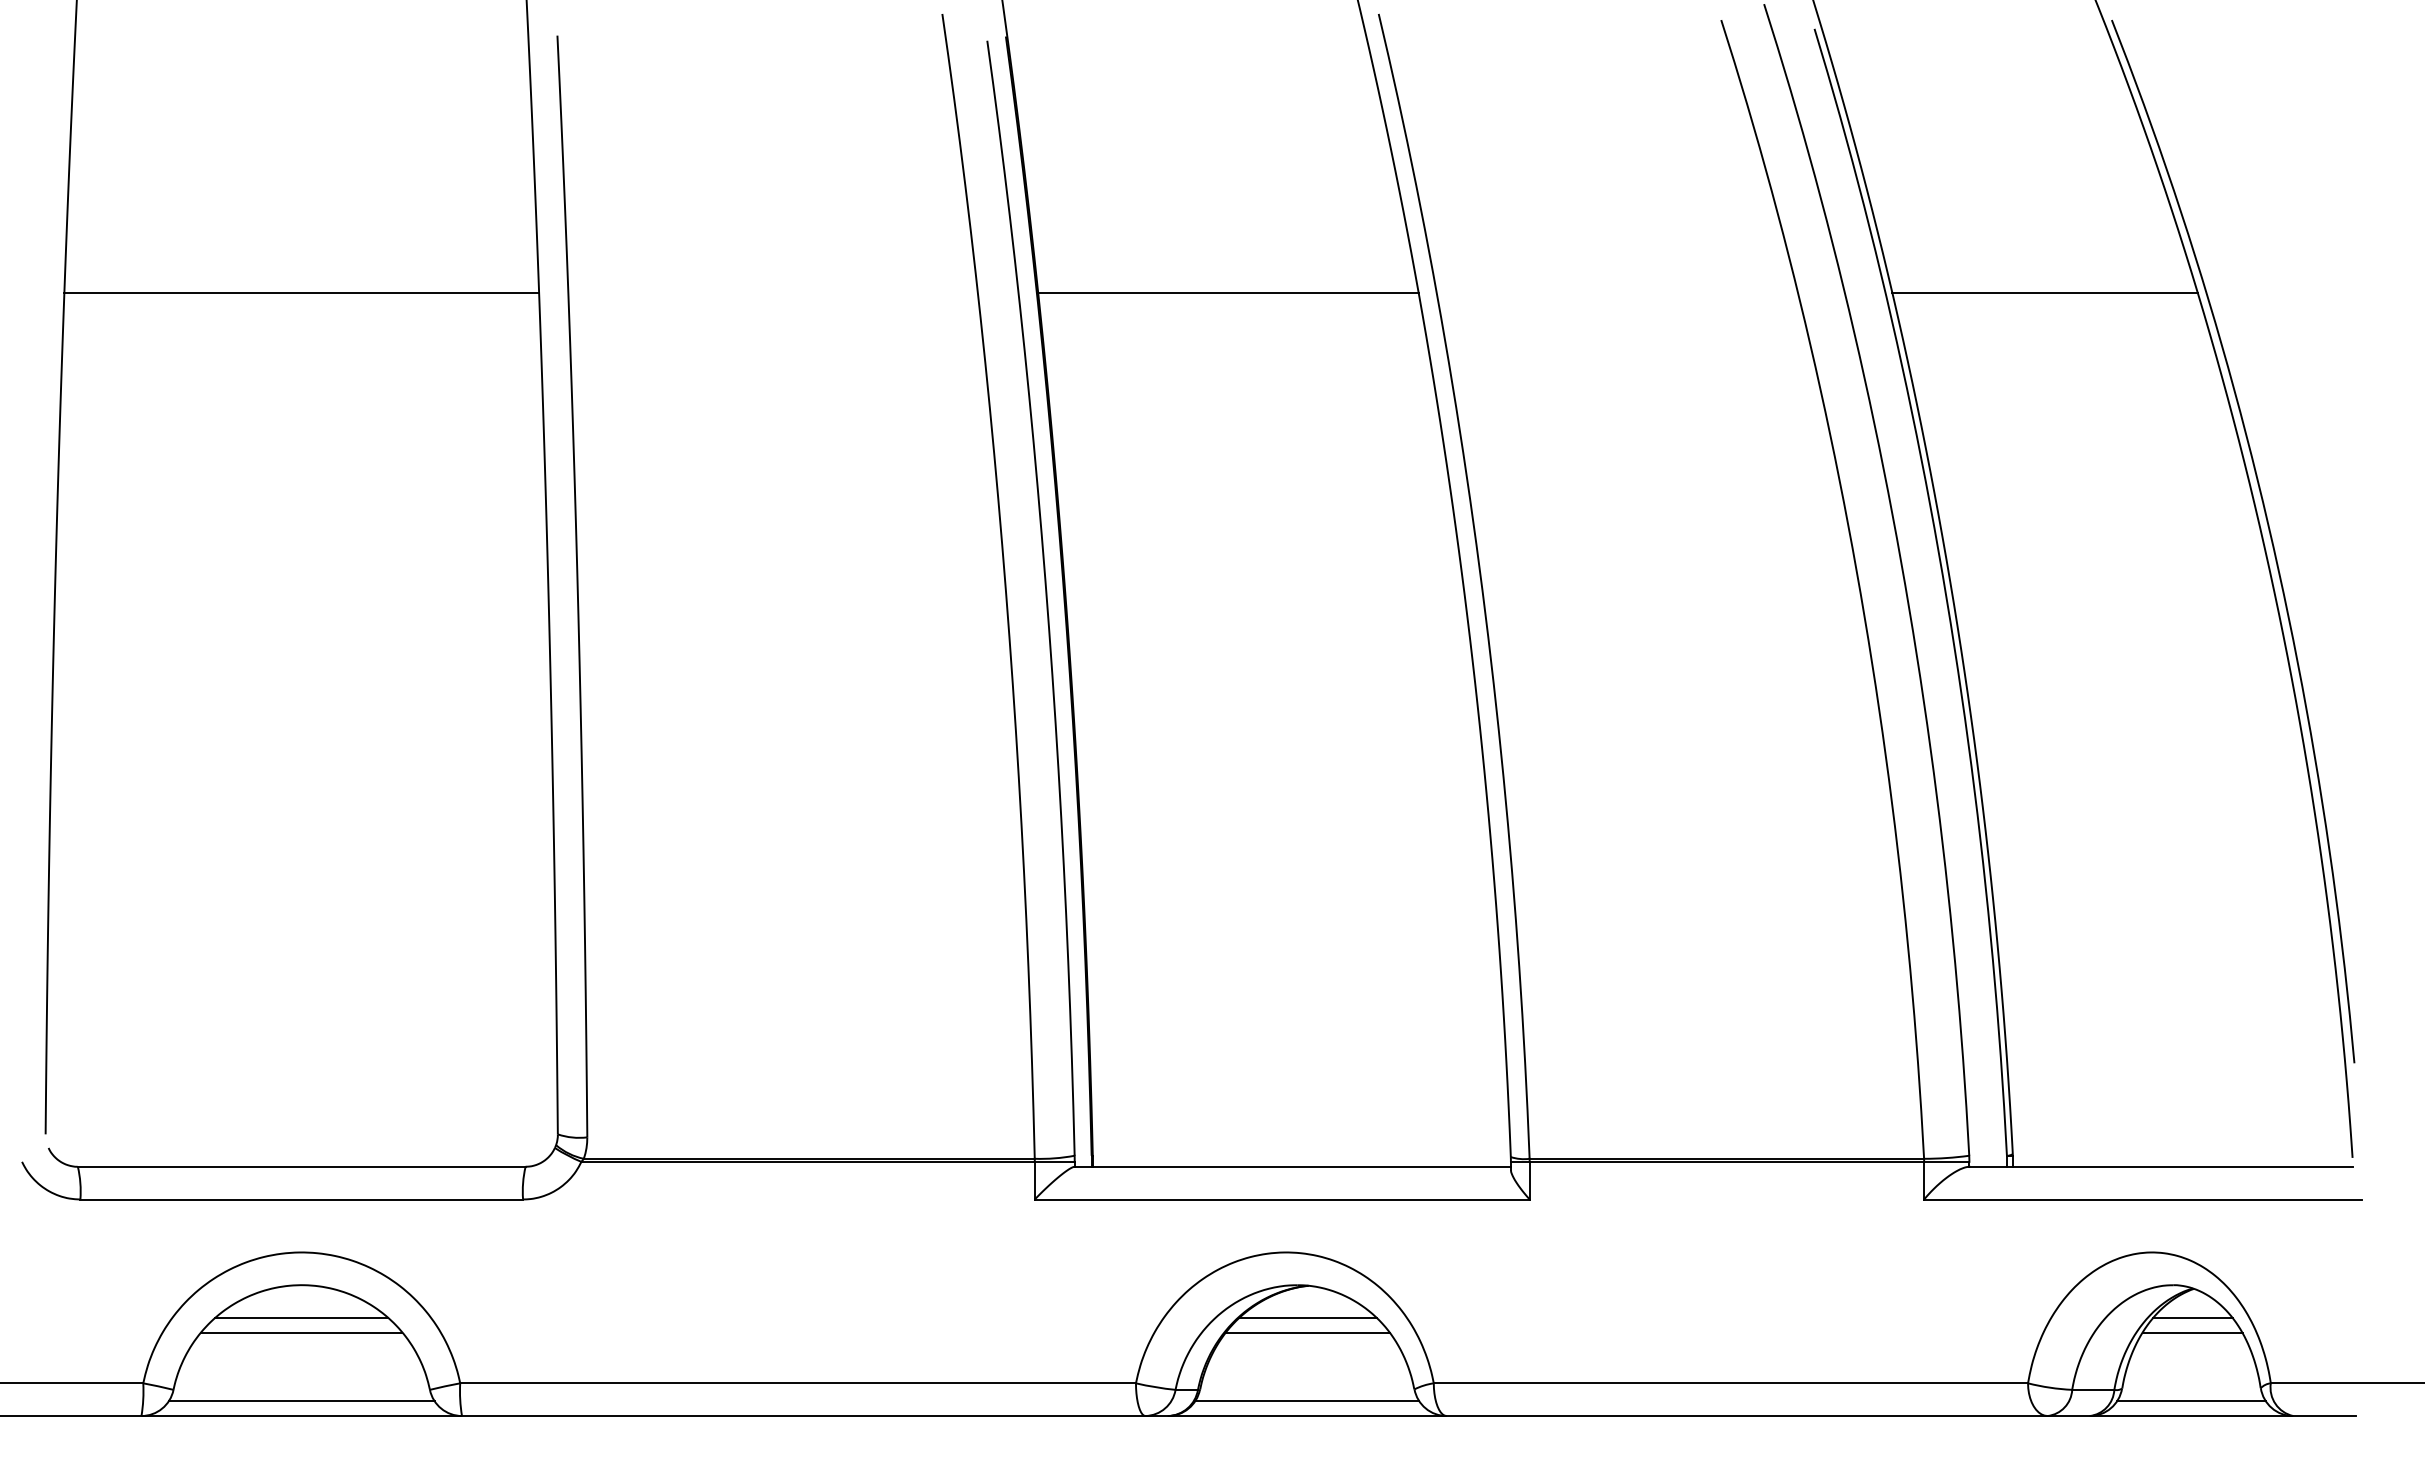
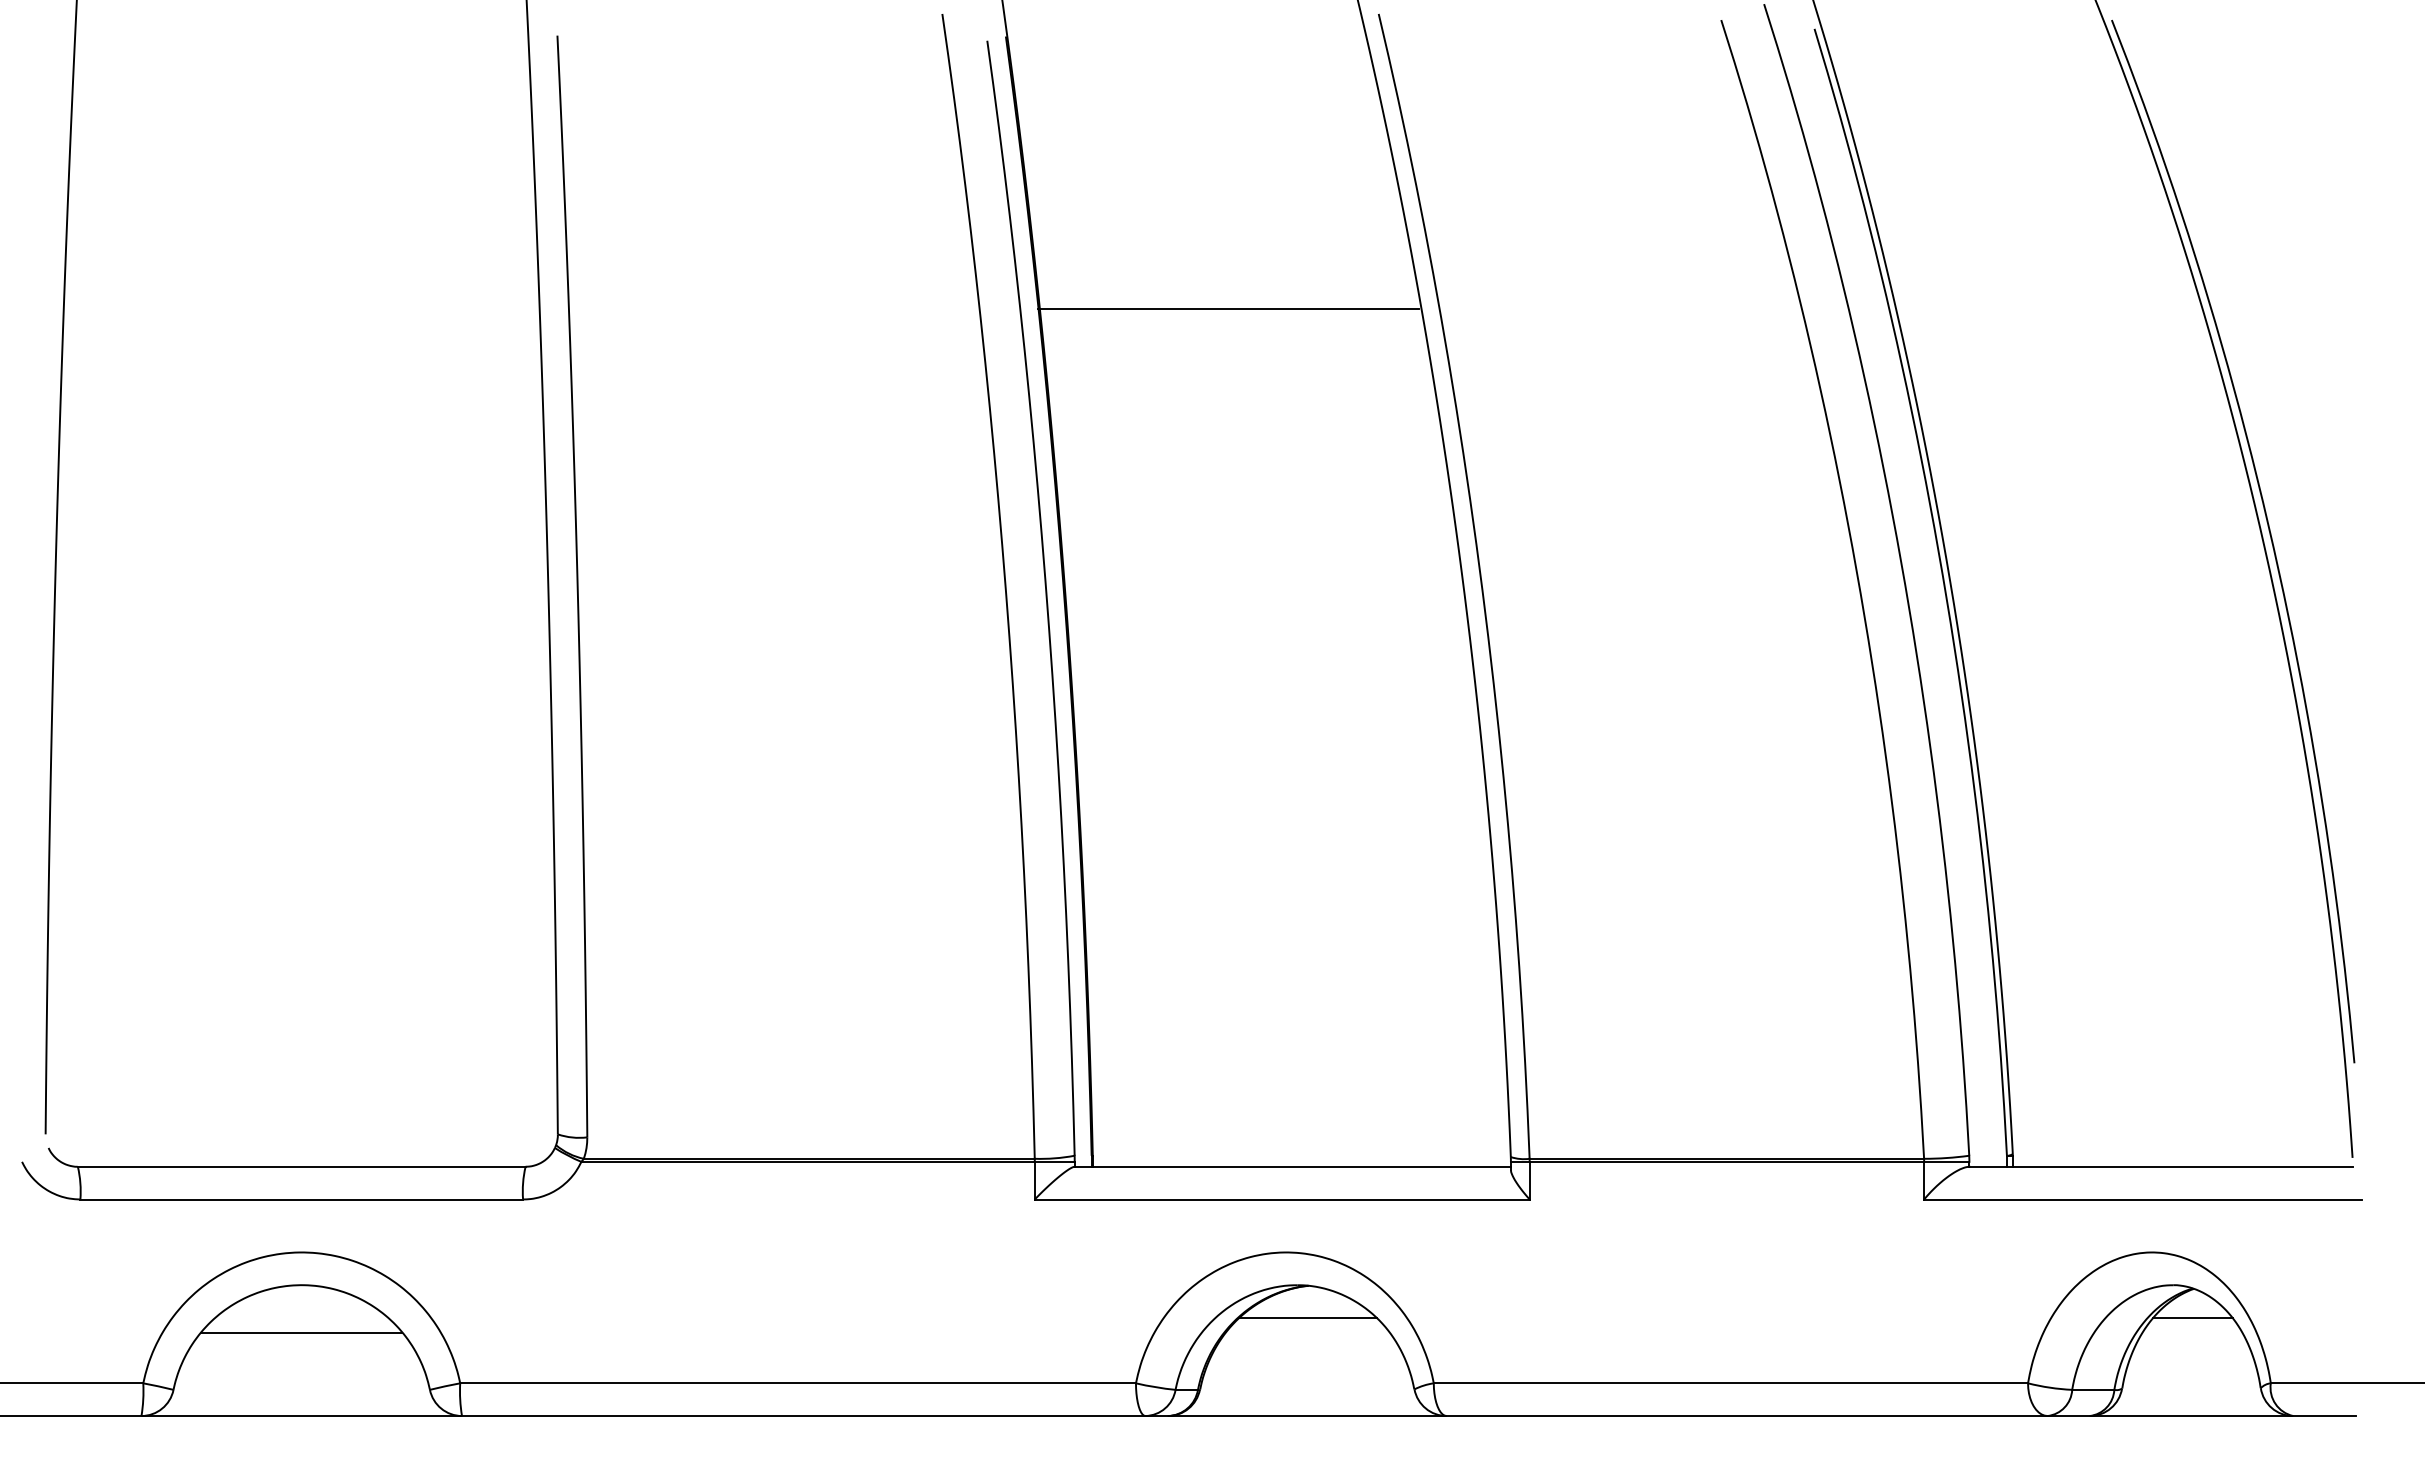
line at (301, 293): present -> none
line at (1228, 293) position: (1228, 293) -> (1228, 309)
line at (2044, 293): present -> none
line at (301, 1317): present -> none
line at (1307, 1332): present -> none
line at (2192, 1332): present -> none
line at (301, 1401): present -> none
line at (1307, 1401): present -> none
line at (2191, 1401): present -> none
